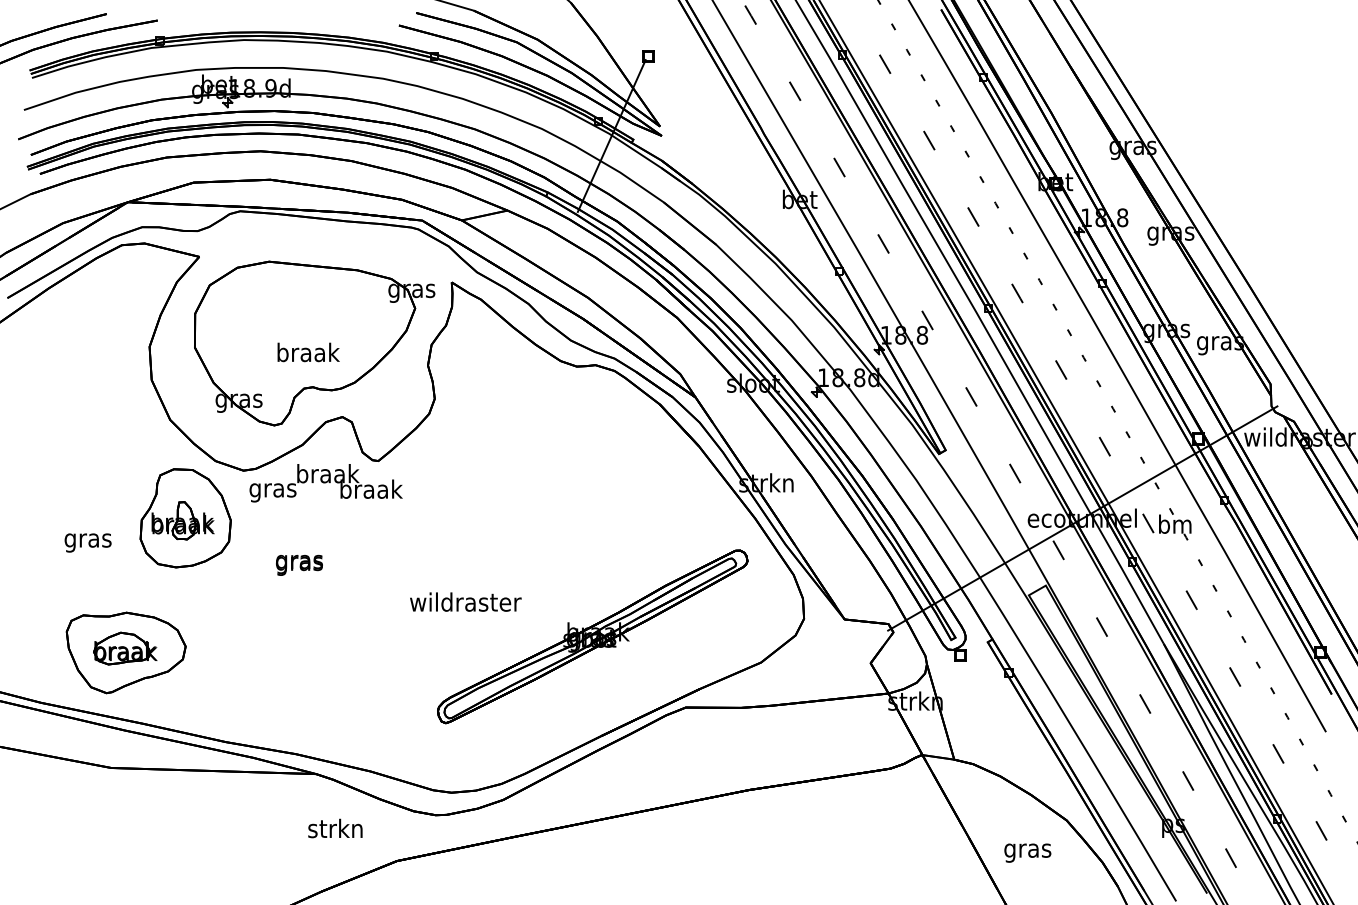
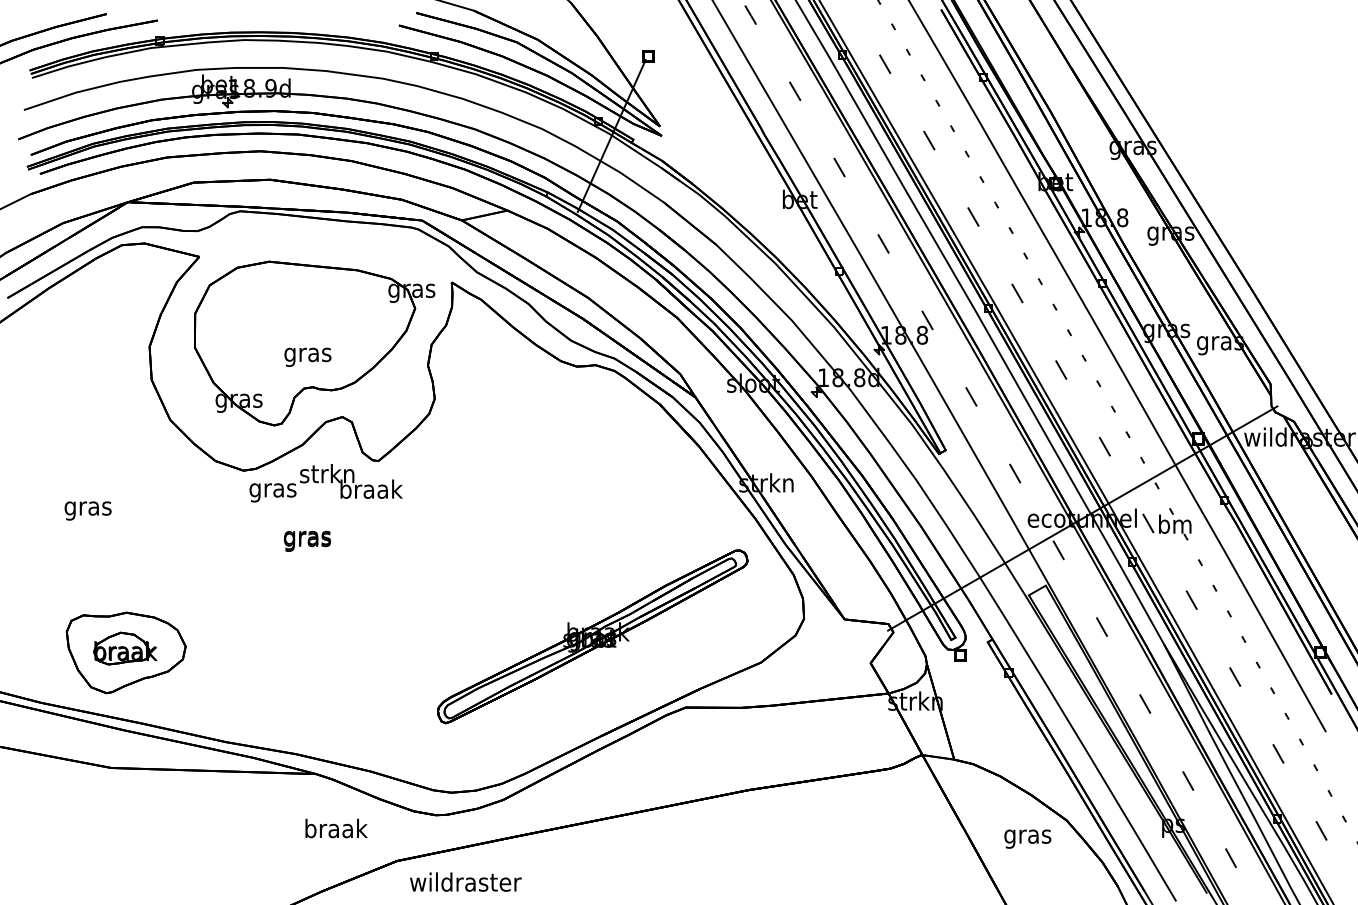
text at (308, 354): braak -> gras
text at (328, 473): braak -> strkn
part at (185, 518): present -> none
text at (87, 542) position: (87, 542) -> (87, 510)
text at (299, 564) position: (299, 564) -> (307, 540)
text at (465, 601) position: (465, 601) -> (465, 881)
text at (336, 828): strkn -> braak
text at (1027, 852) position: (1027, 852) -> (1027, 838)
